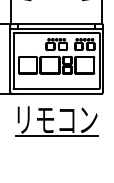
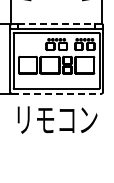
line at (57, 23): solid -> dashed
line at (57, 93): solid -> dashed
line at (56, 135): present -> none
